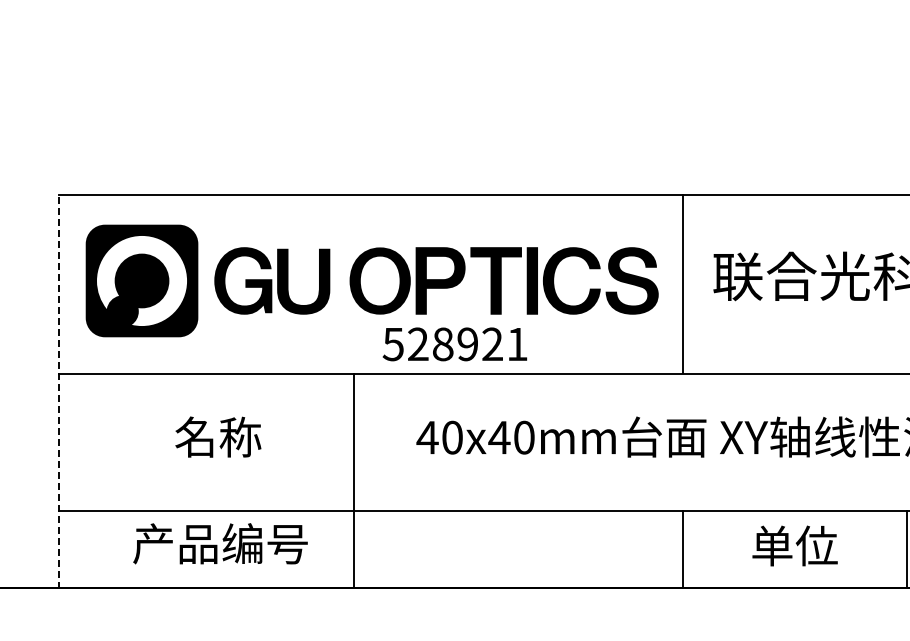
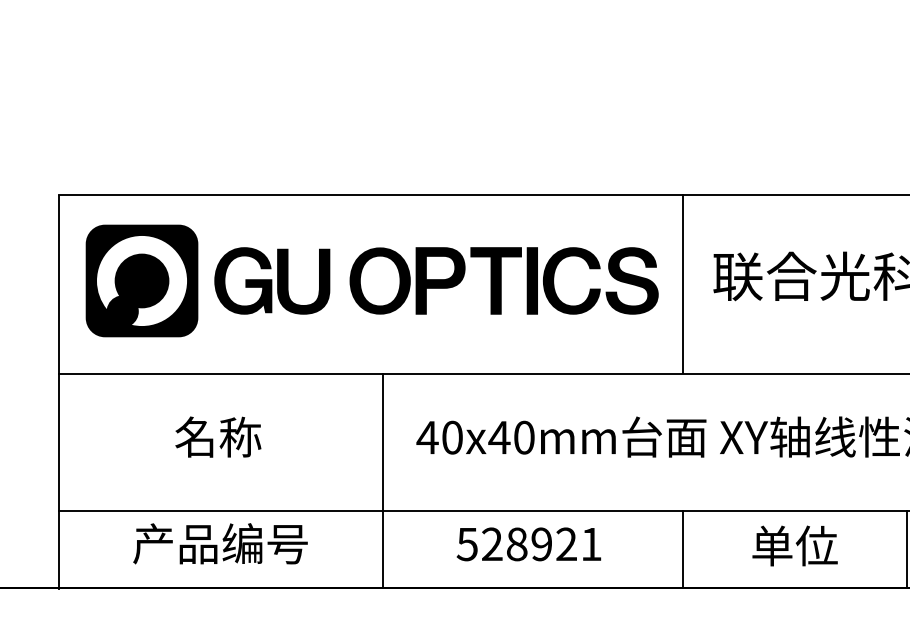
text at (454, 344) position: (454, 344) -> (528, 544)
line at (58, 391): dashed -> solid
line at (353, 480) position: (353, 480) -> (382, 480)
